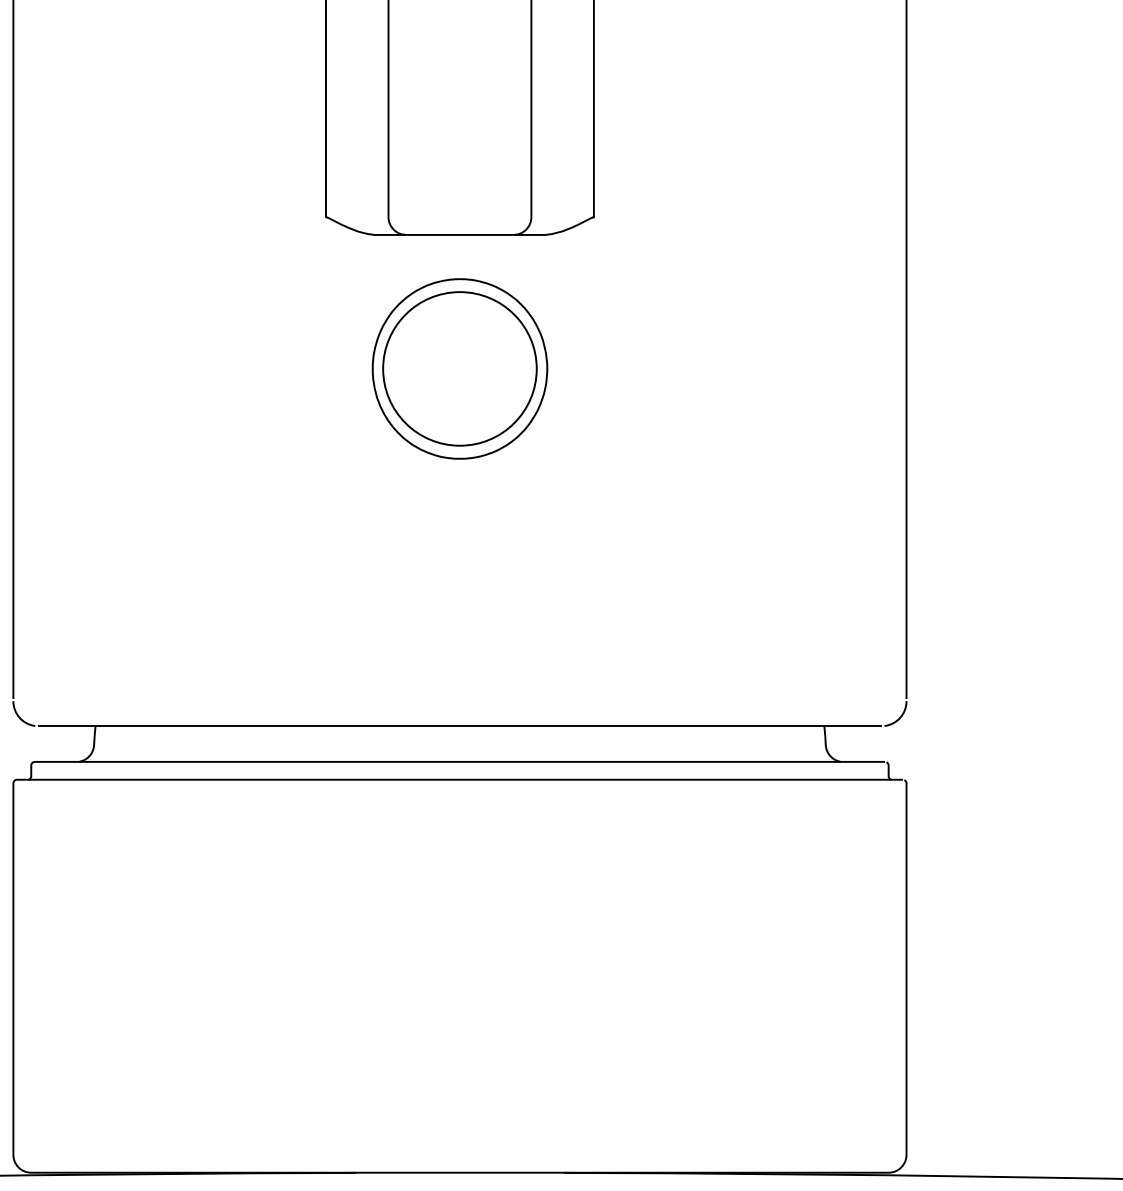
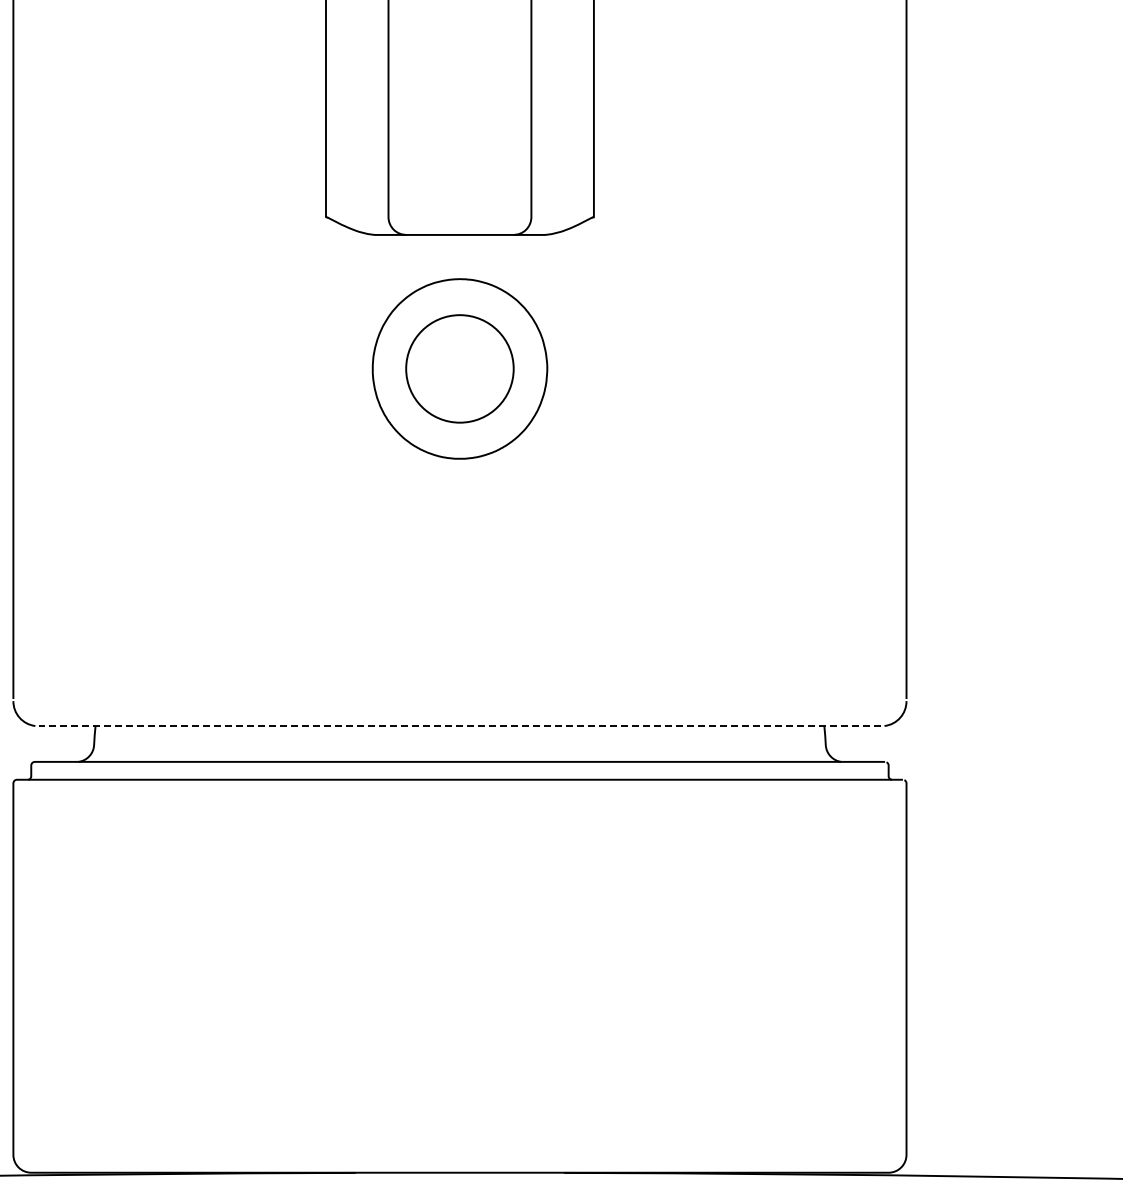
circle at (459, 368) diameter: 154 px -> 108 px
line at (459, 726): solid -> dashed
